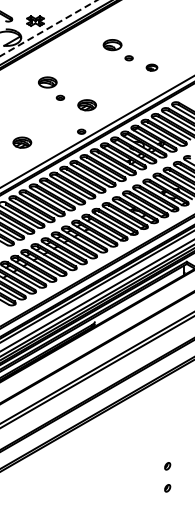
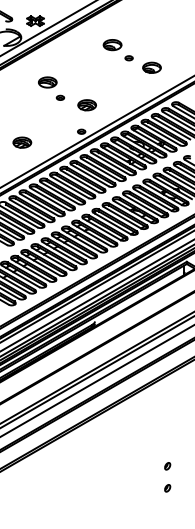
line at (49, 28): dashed -> solid
part at (151, 67) size: 14x9 px -> 20x13 px
line at (96, 380): none -> present
